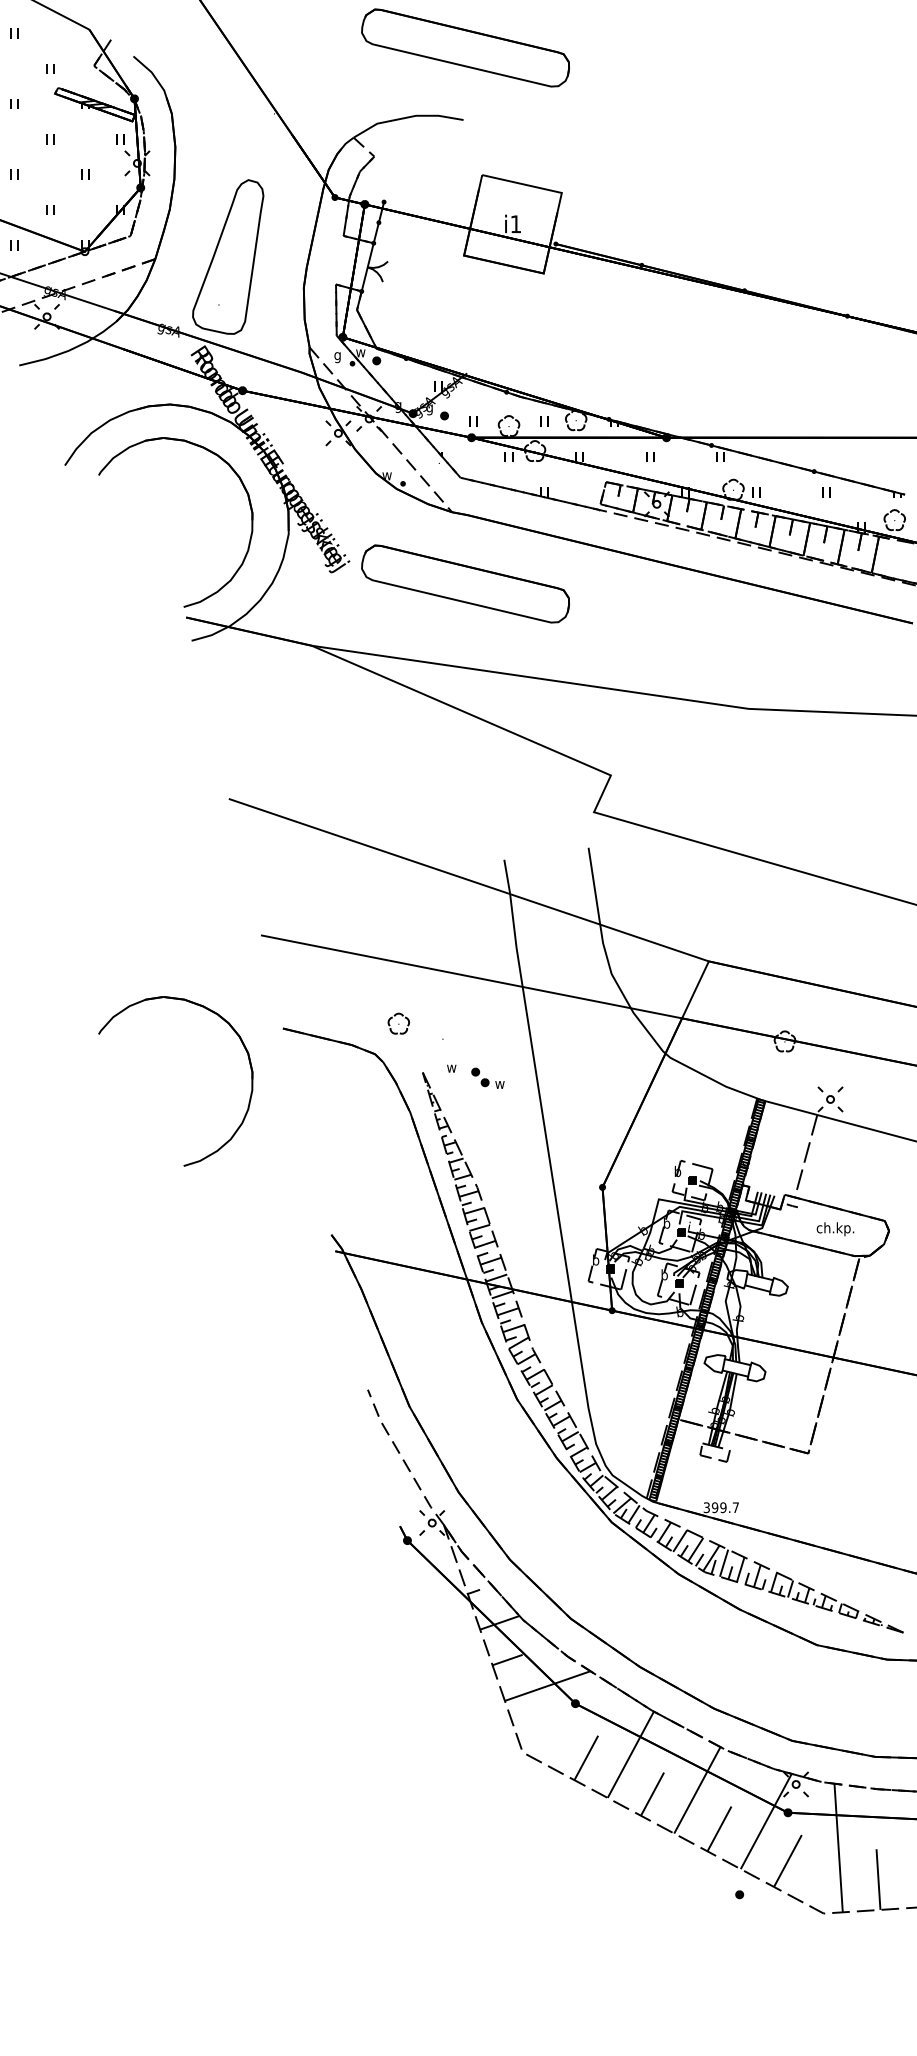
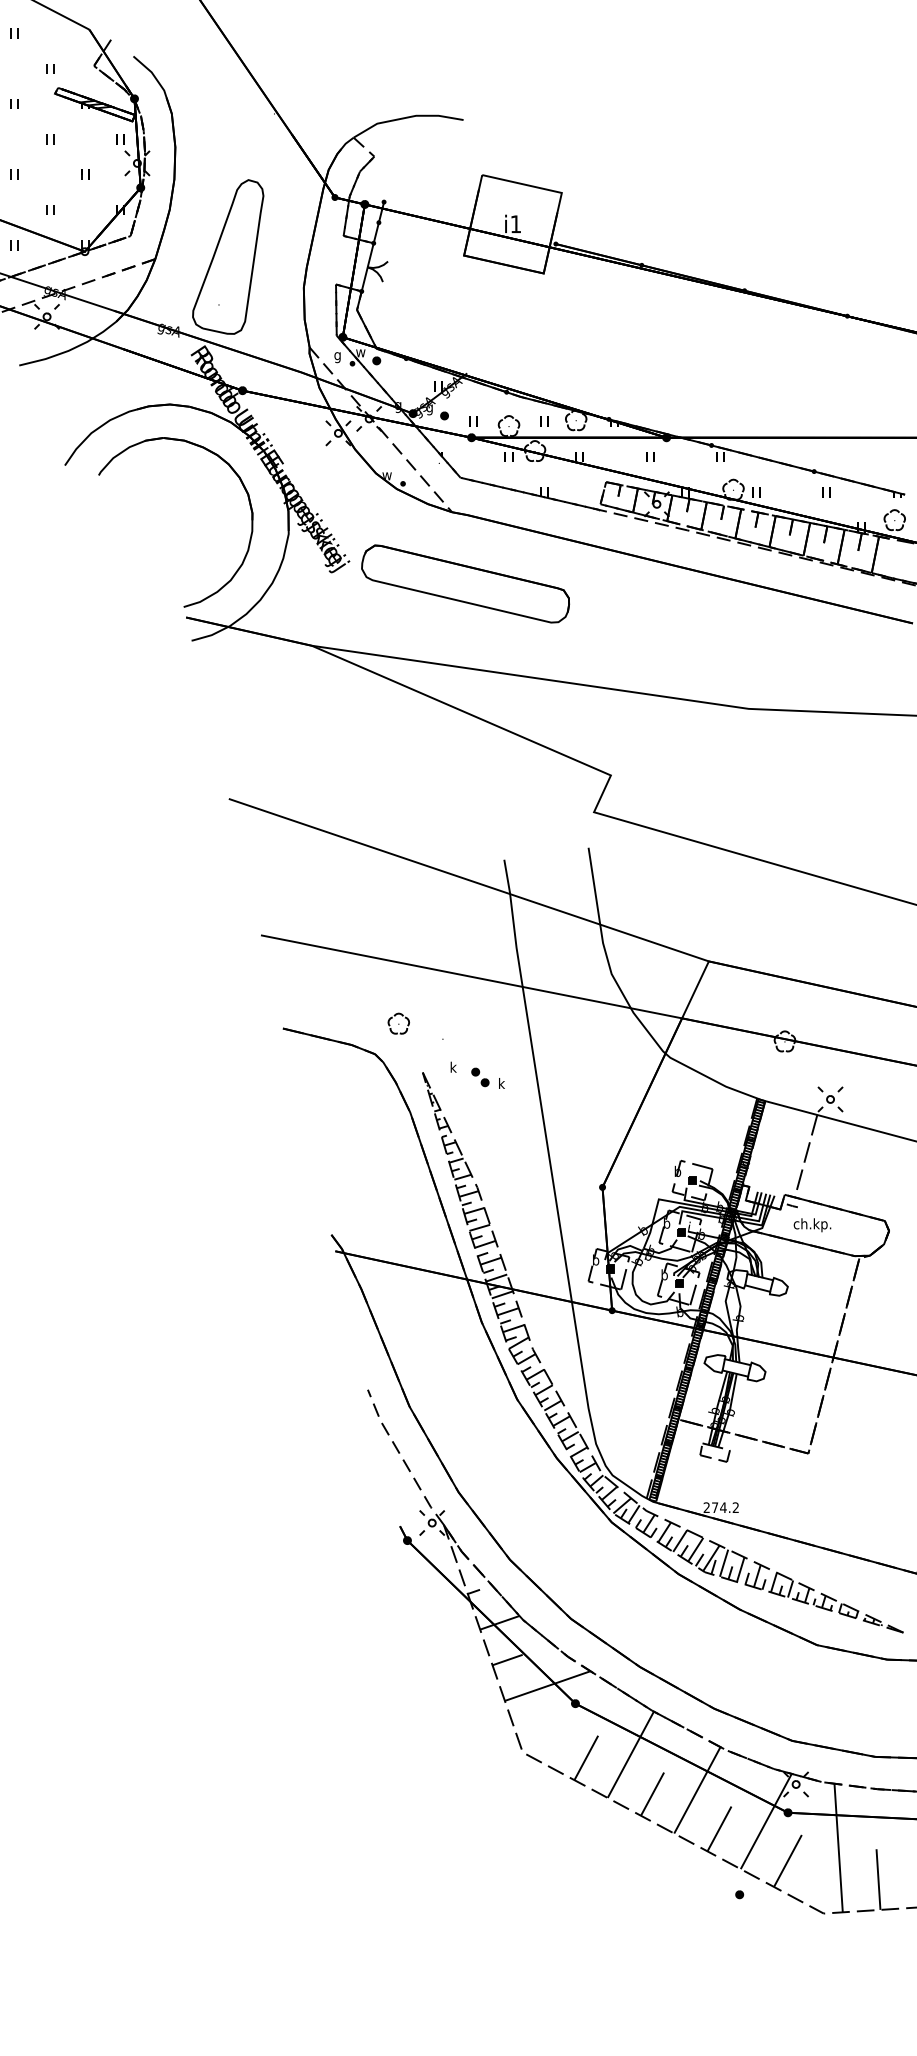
part at (465, 47): present -> none
text at (451, 1066): w -> k
text at (499, 1083): w -> k
part at (249, 1097): present -> none
text at (835, 1229) position: (835, 1229) -> (812, 1225)
text at (720, 1507): 399.7 -> 274.2
